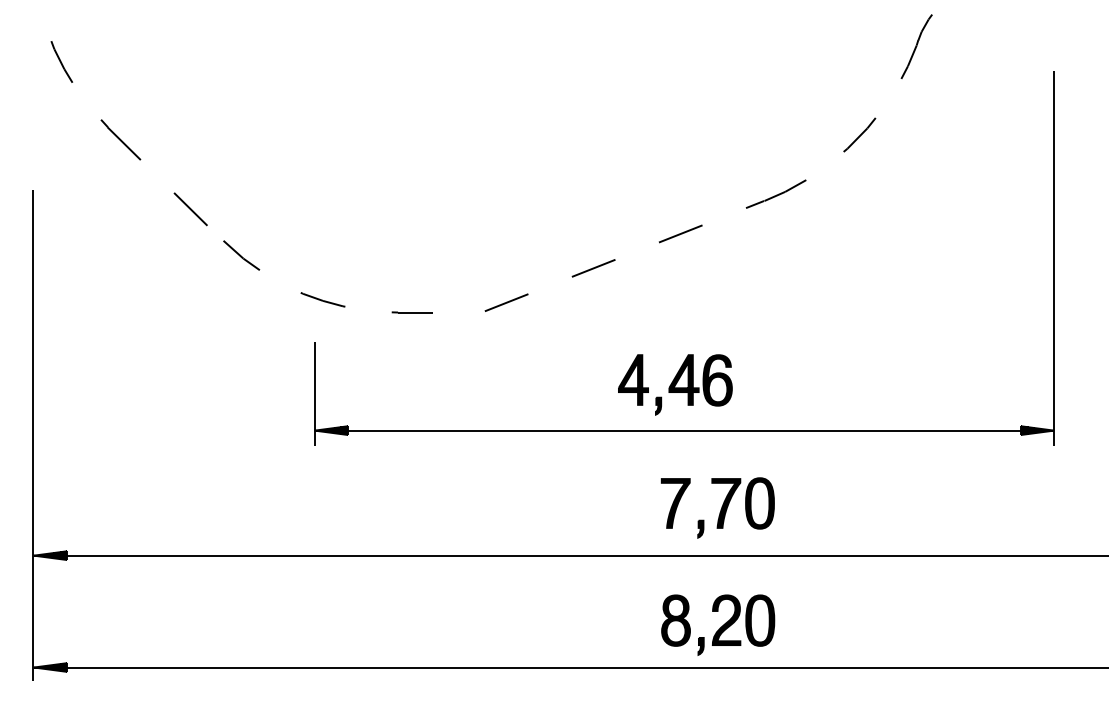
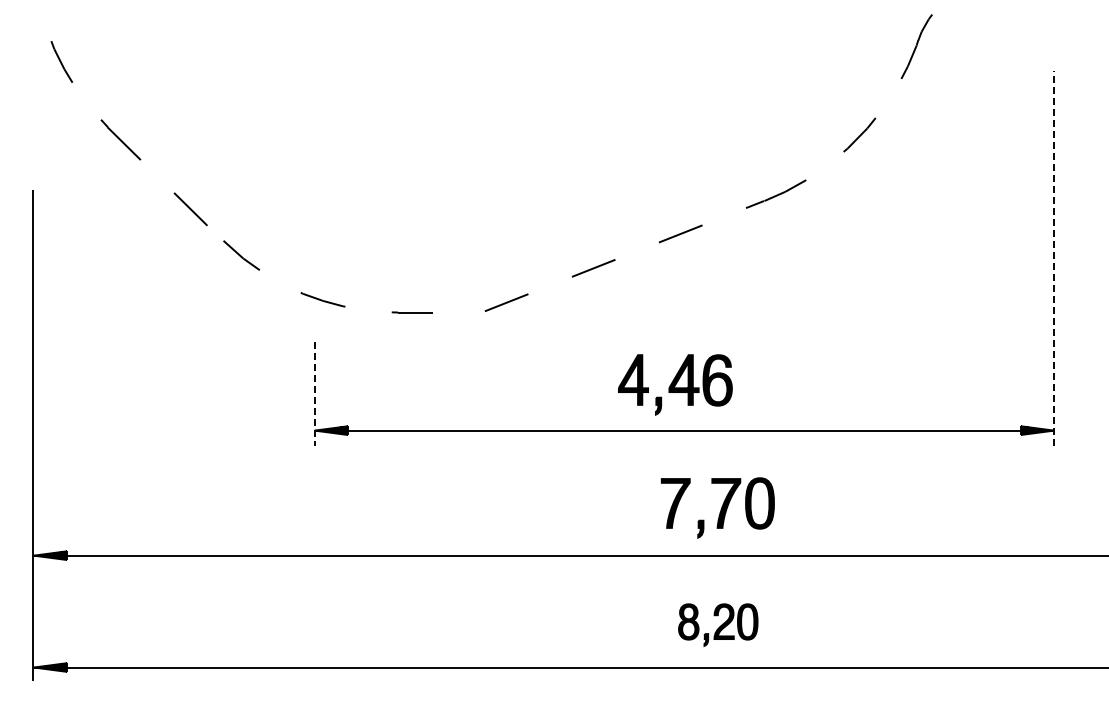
line at (1053, 258): solid -> dashed
line at (314, 394): solid -> dashed
part at (718, 624) size: 115x62 px -> 81x44 px
